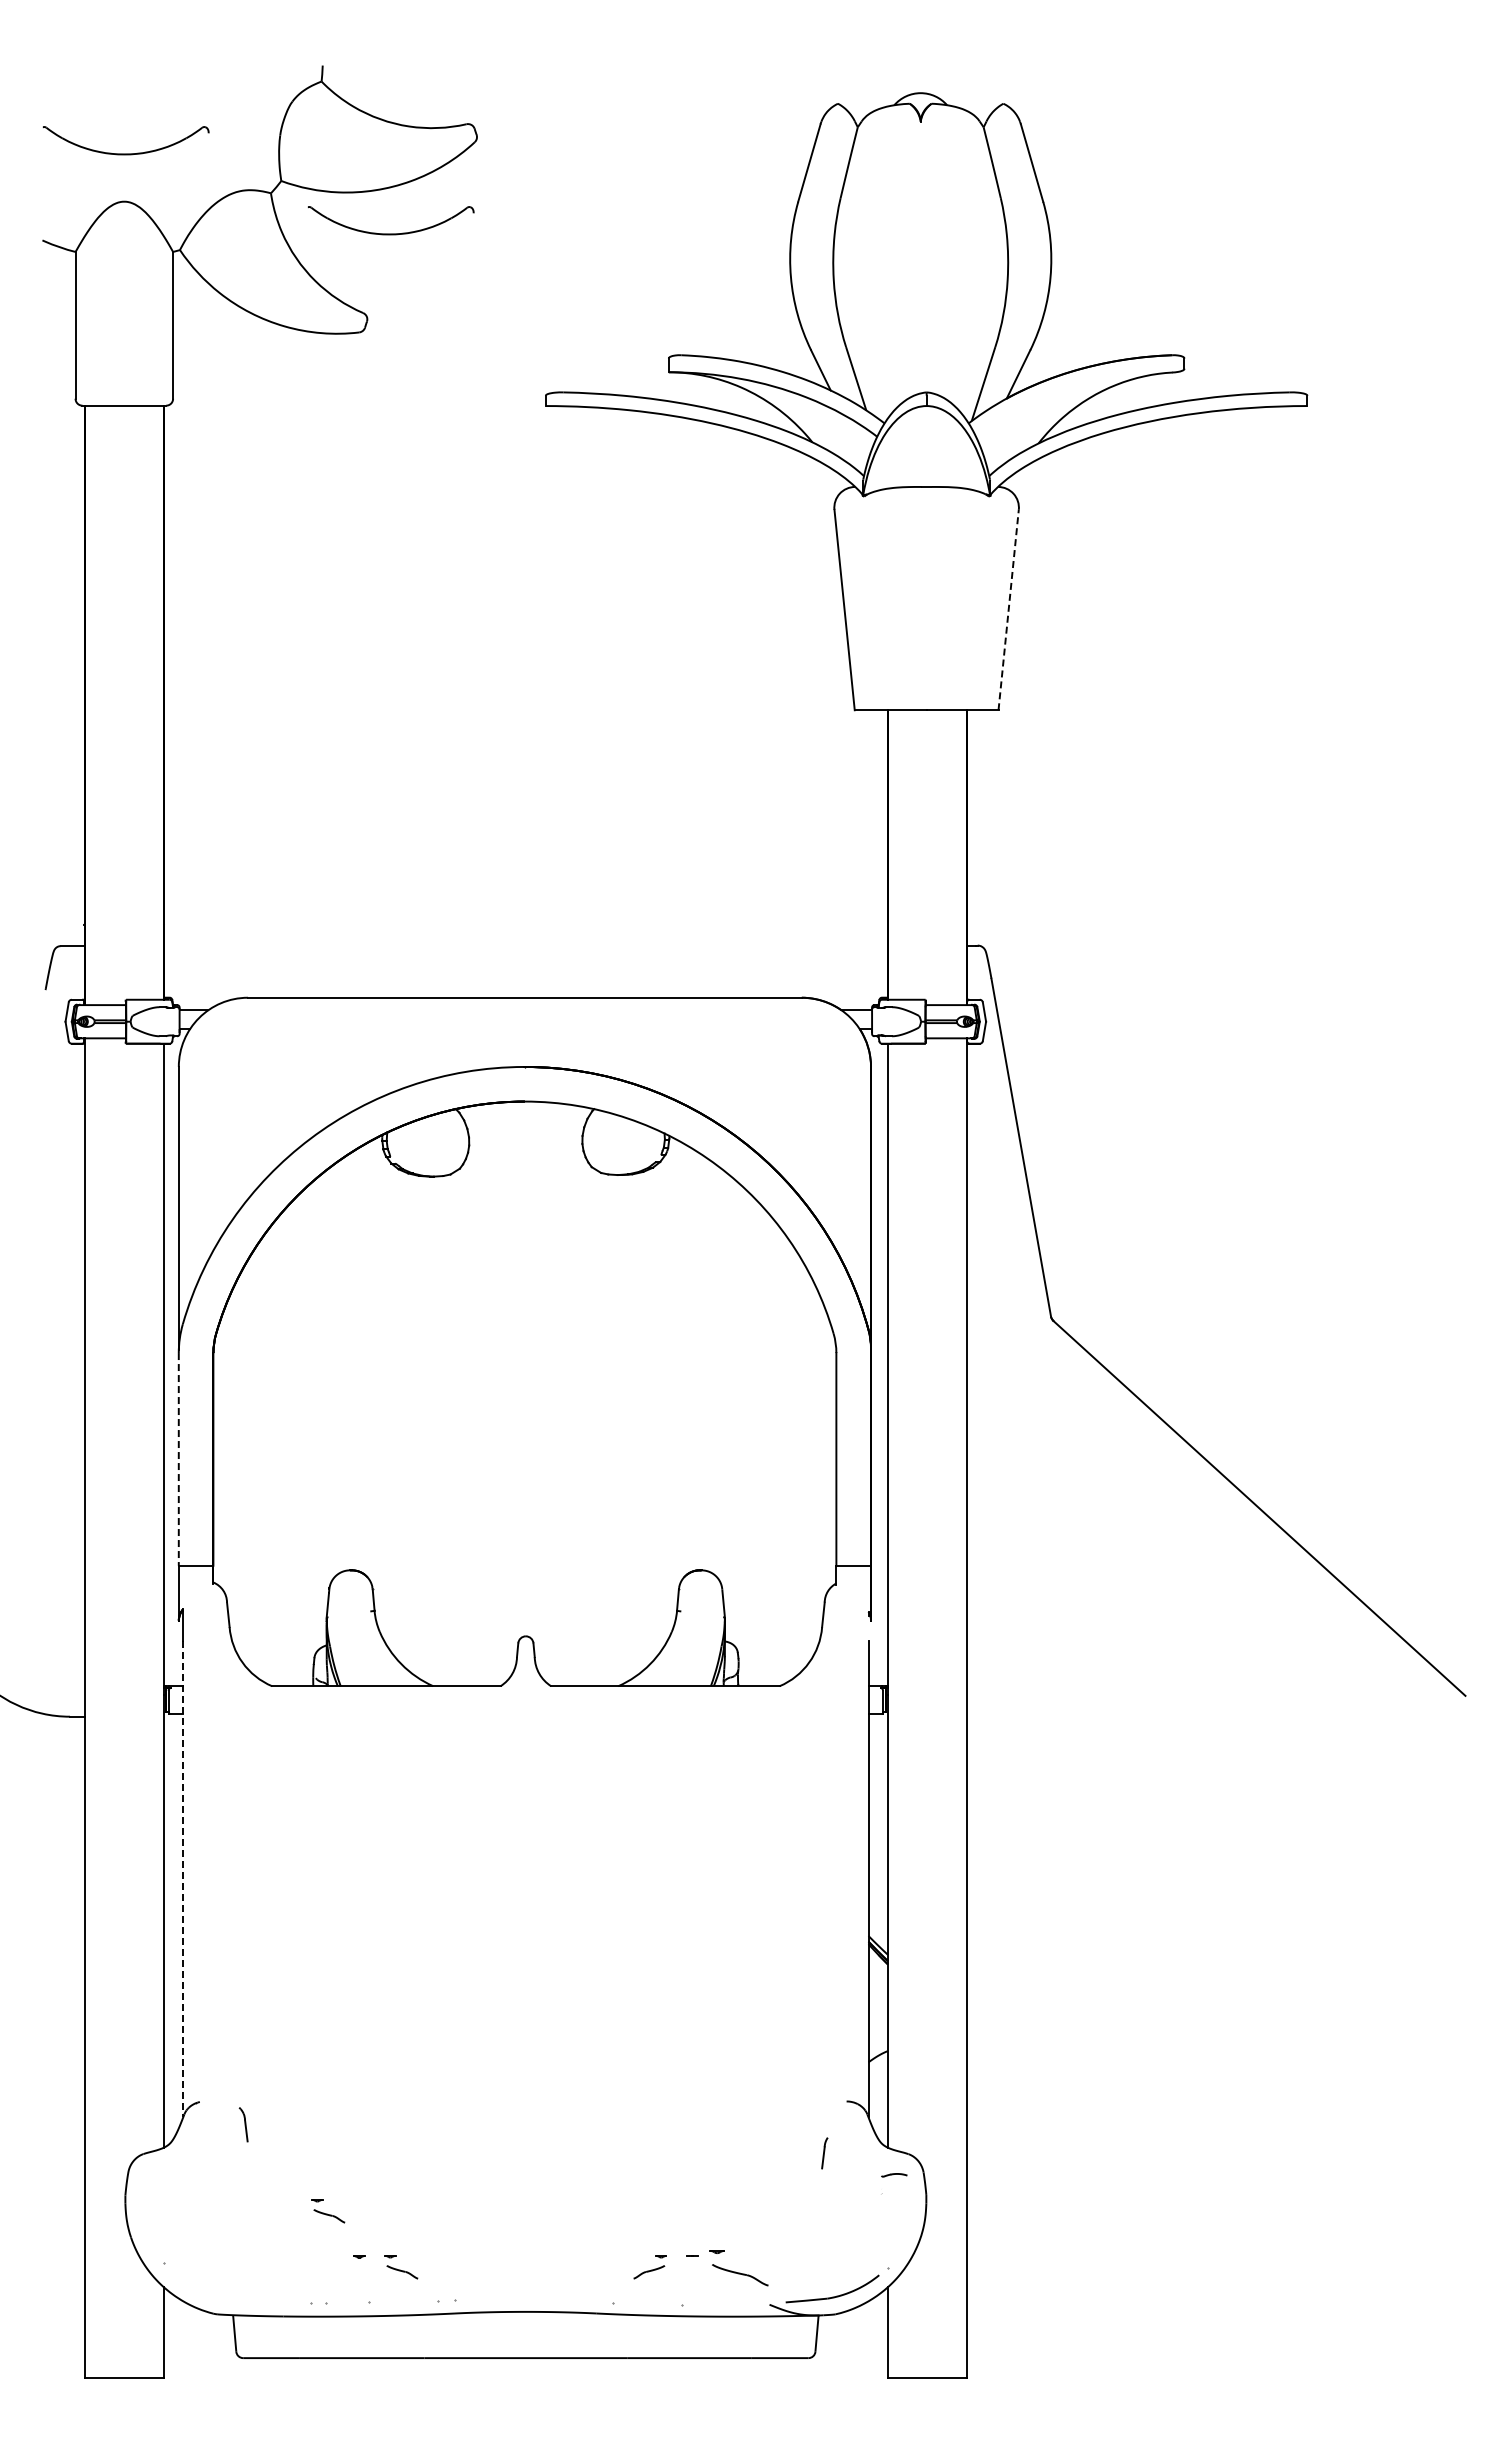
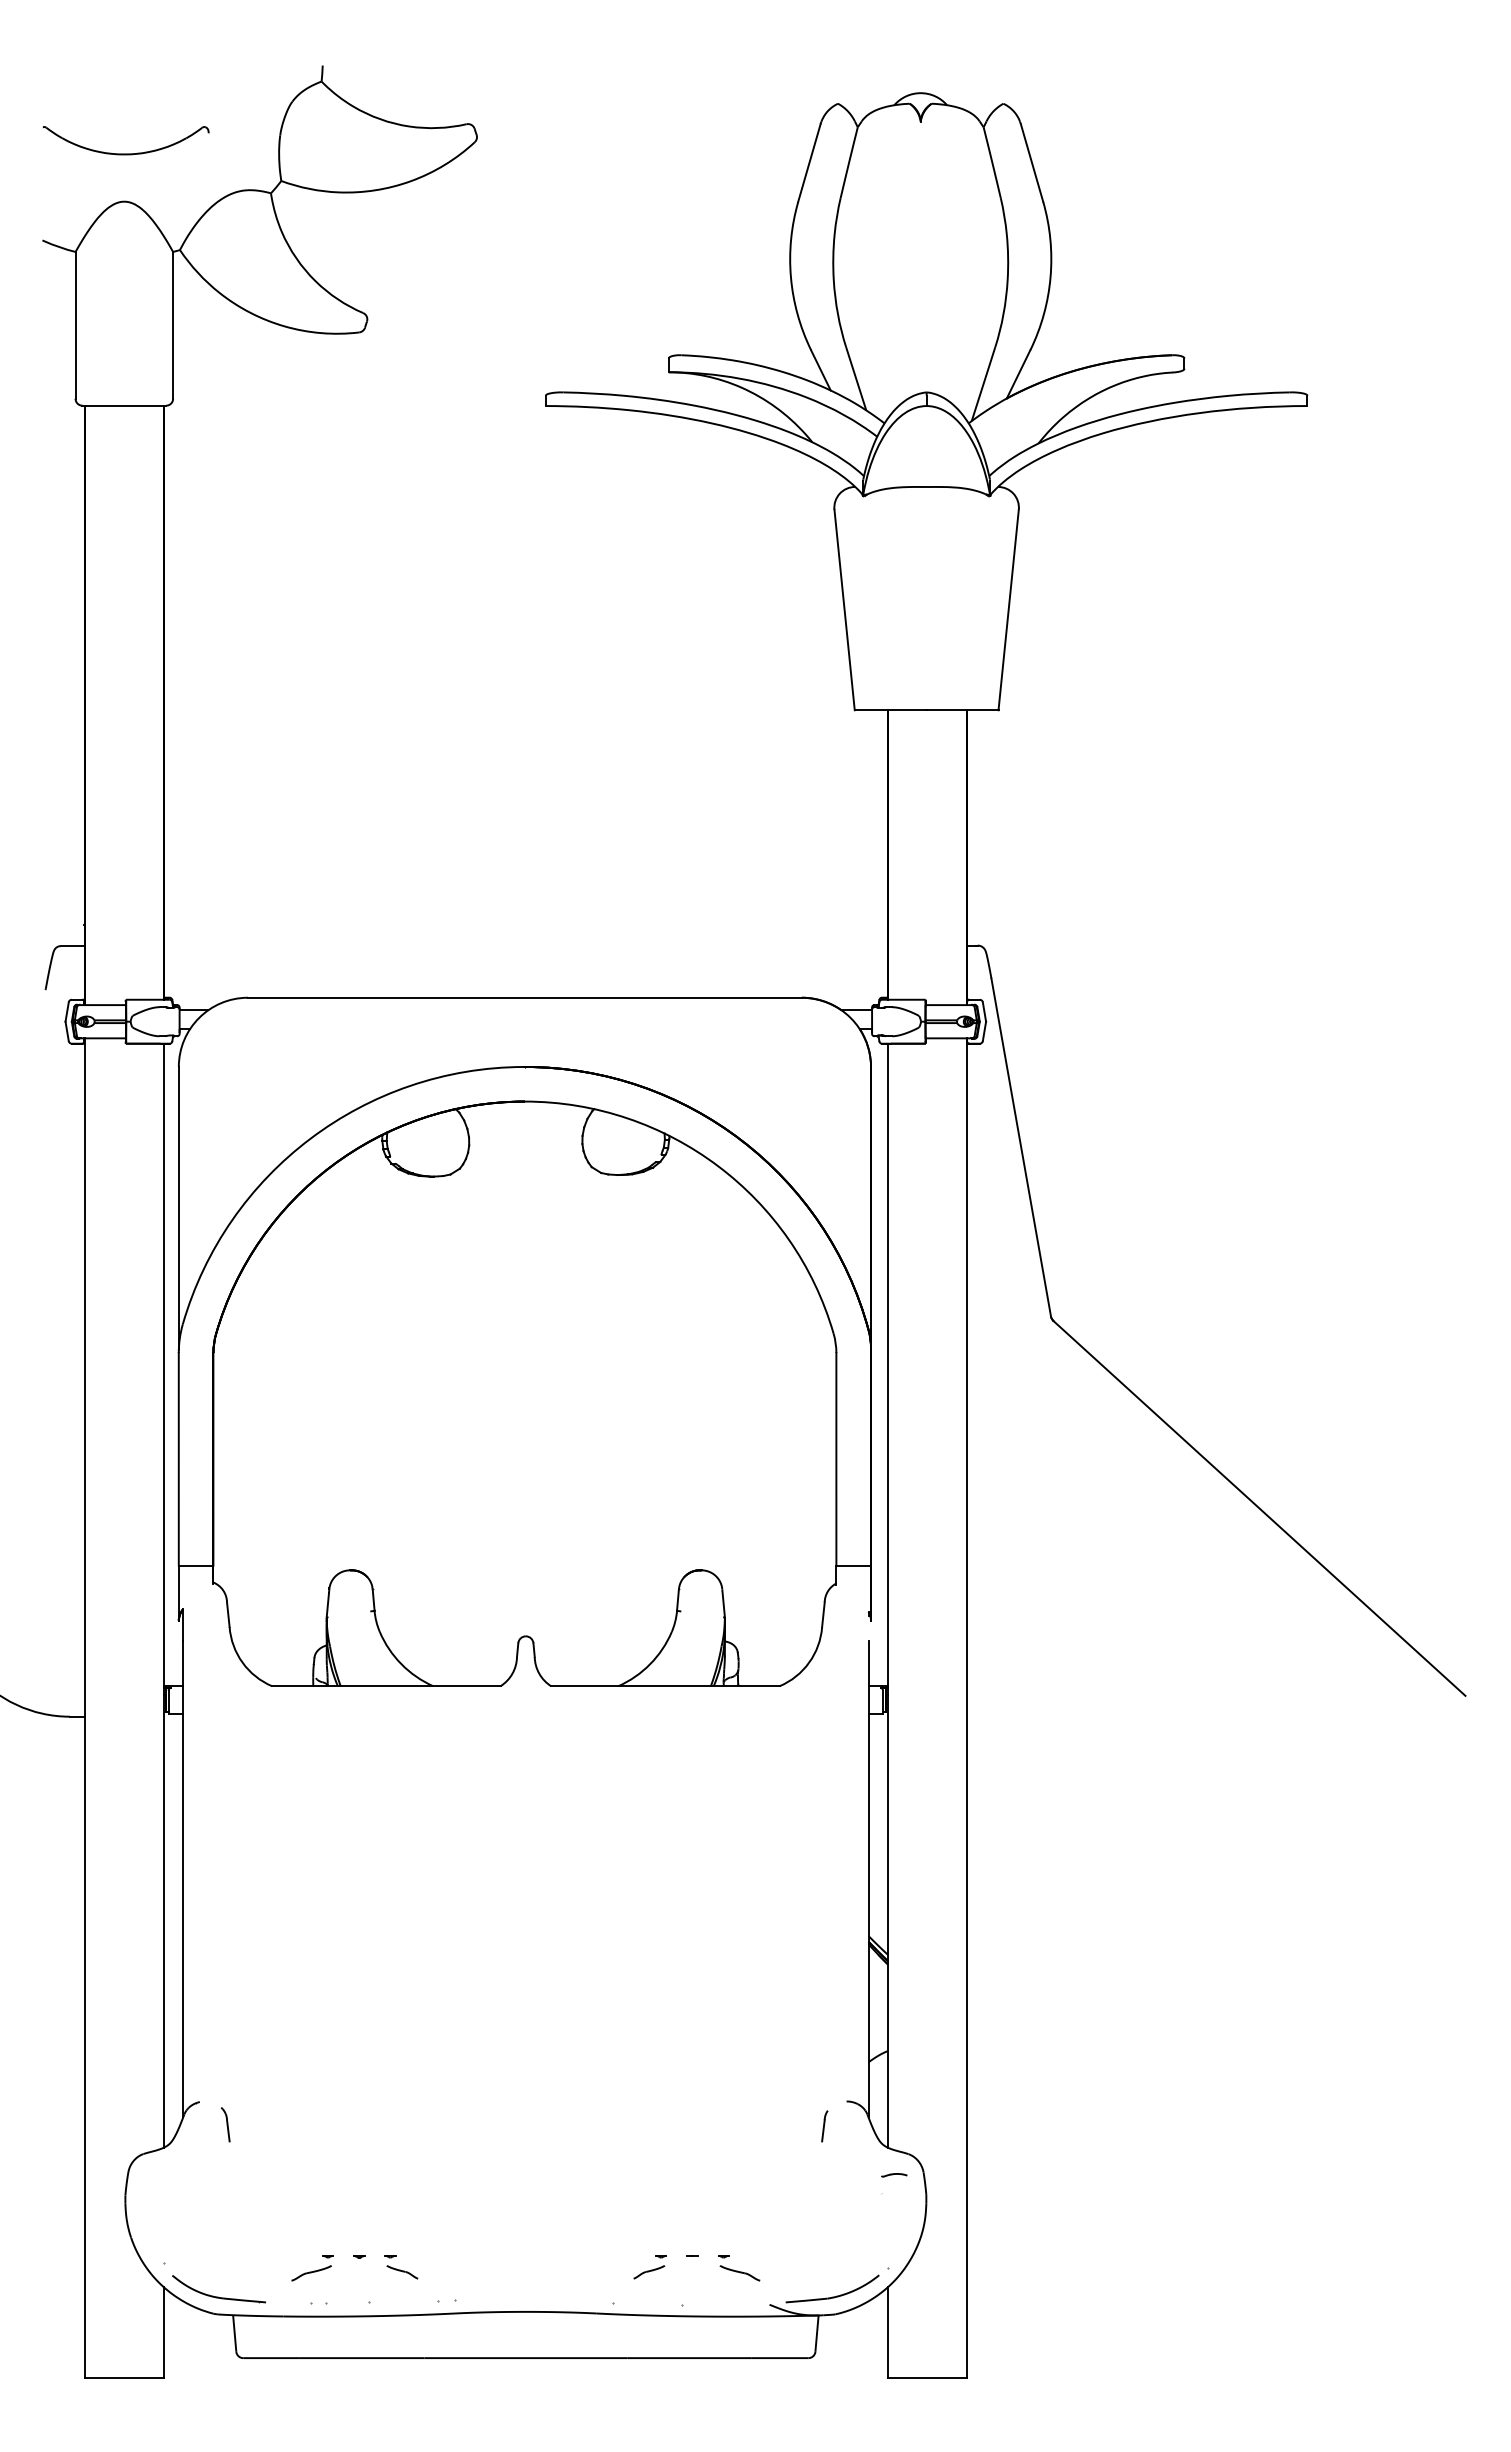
part at (390, 233): present -> none
line at (1008, 610): dashed -> solid
line at (178, 1459): dashed -> solid
line at (183, 1879): dashed -> solid
part at (243, 2124) position: (243, 2124) -> (225, 2124)
part at (824, 2153) position: (824, 2153) -> (824, 2126)
part at (328, 2211): present -> none
part at (312, 2268): none -> present
part at (738, 2268) size: 60x37 px -> 43x27 px
part at (218, 2296): none -> present
